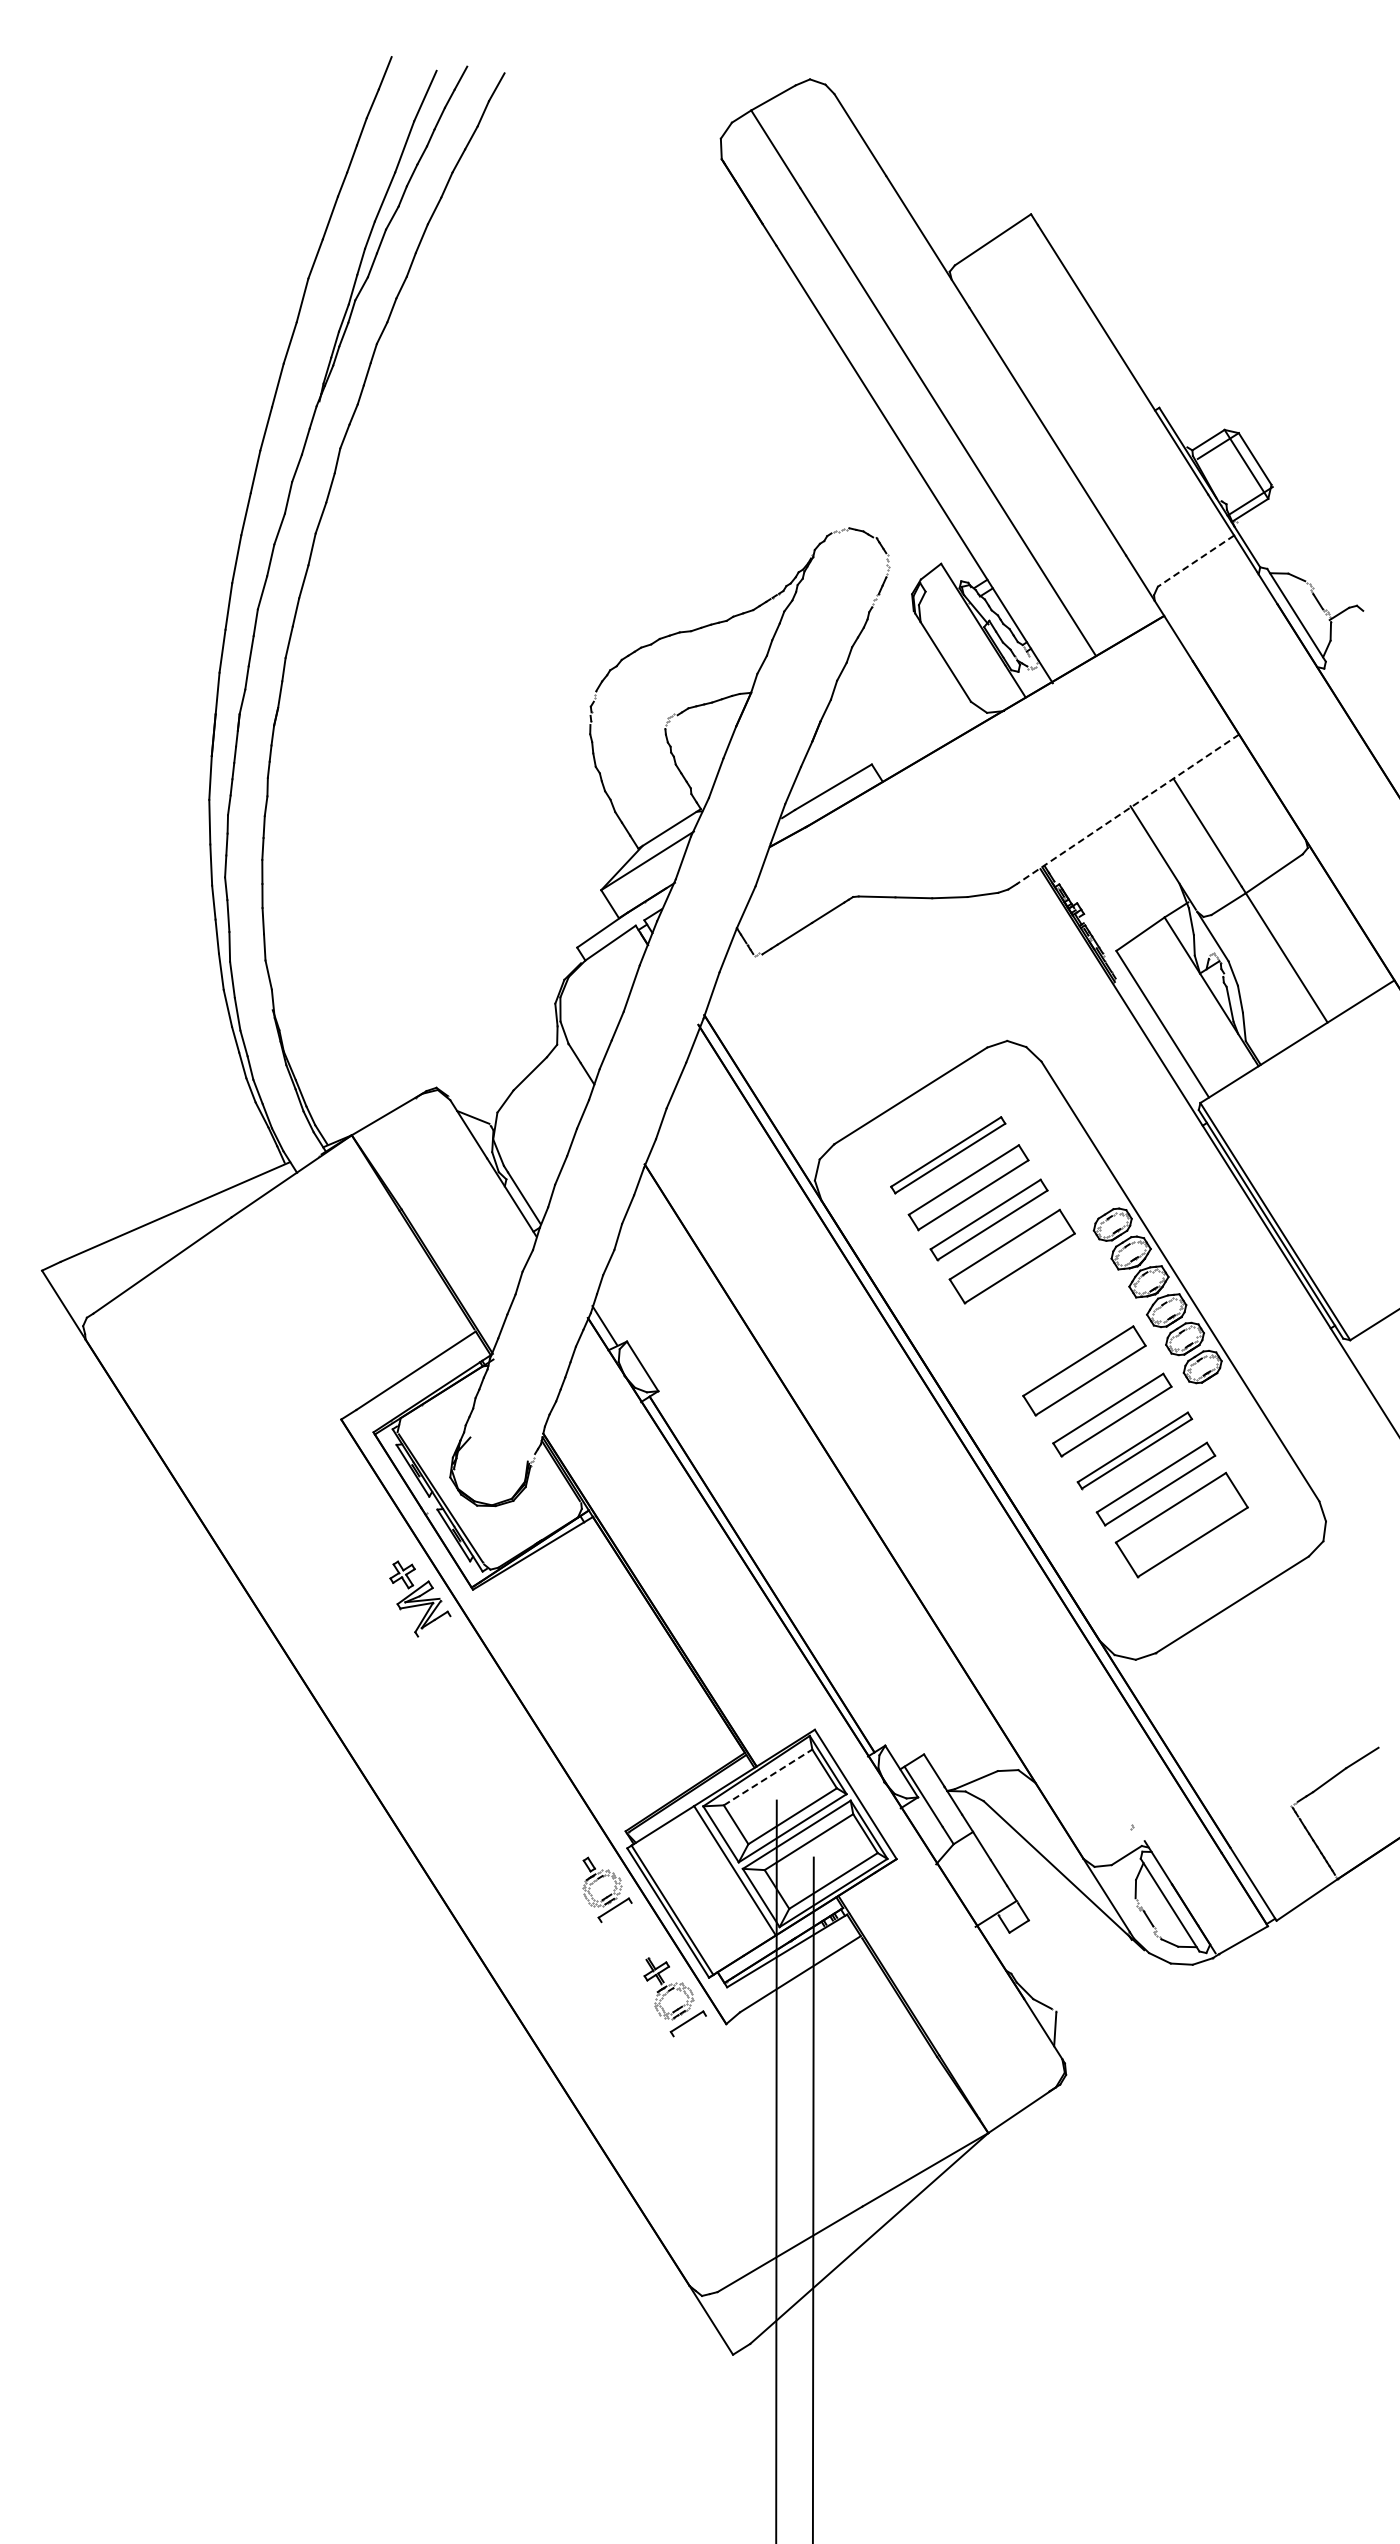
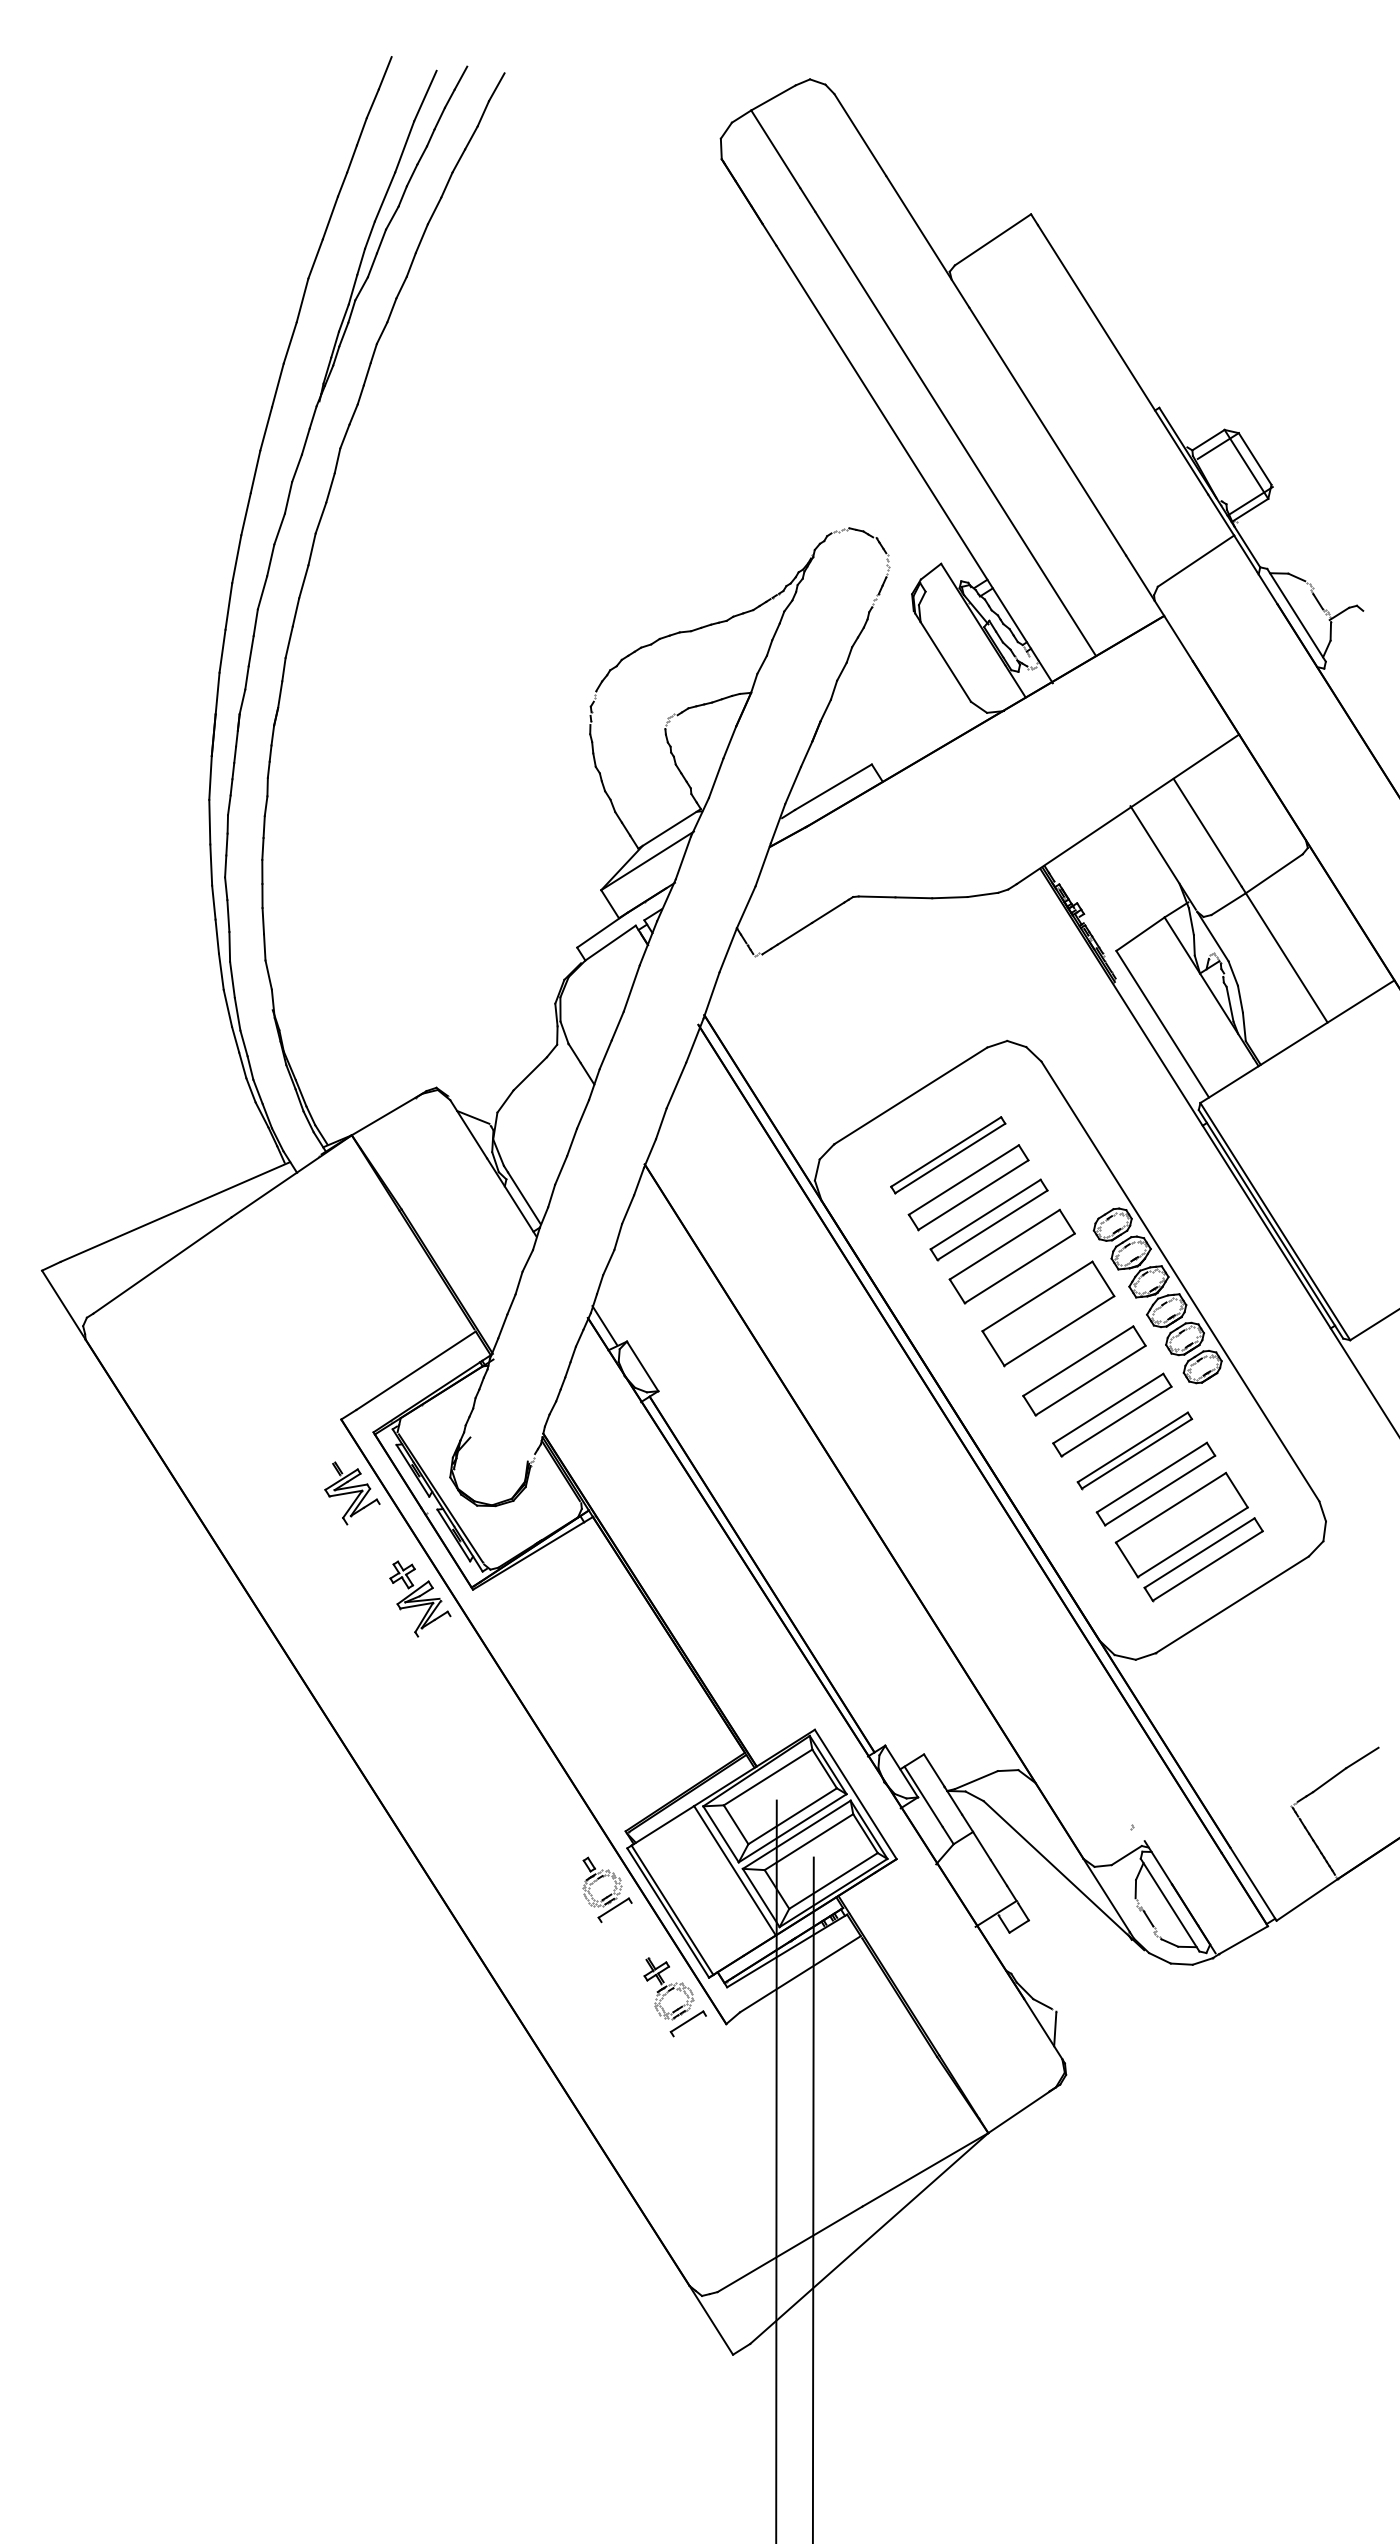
line at (1195, 561): dashed -> solid
line at (1127, 809): dashed -> solid
part at (1048, 1313): none -> present
part at (352, 1493): none -> present
part at (1203, 1559): none -> present
line at (768, 1777): dashed -> solid
